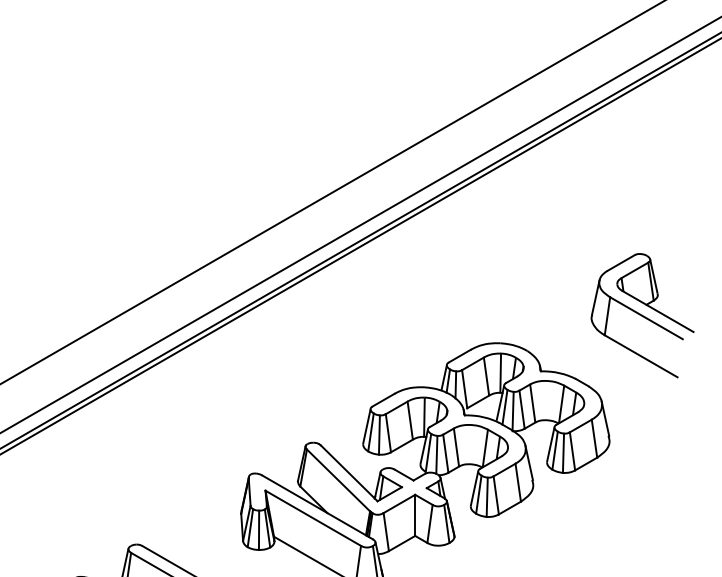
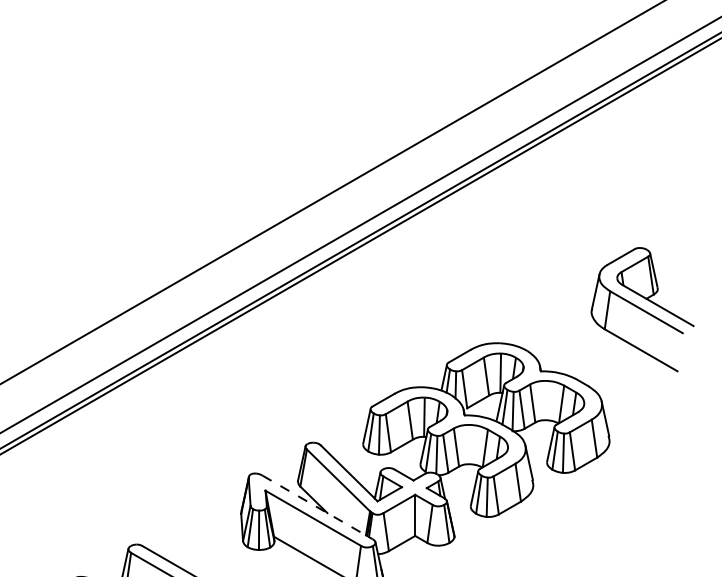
part at (642, 315) position: (642, 315) -> (642, 309)
line at (317, 507): solid -> dashed
